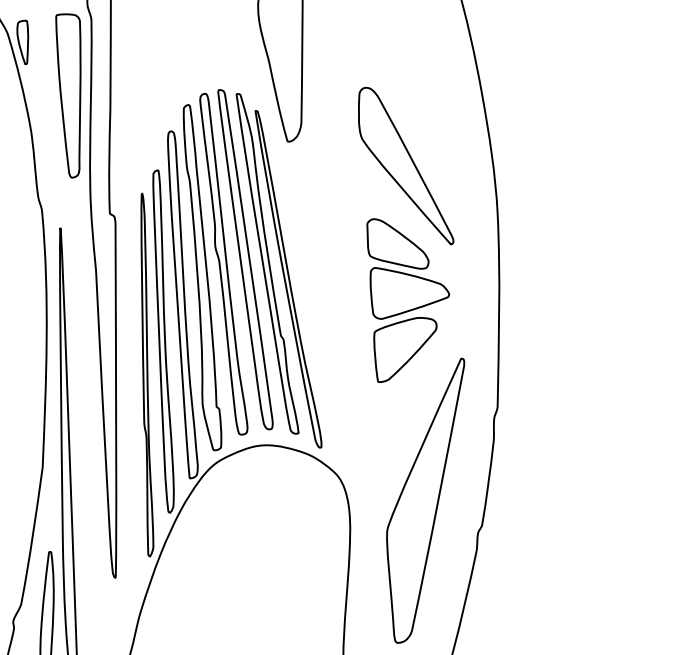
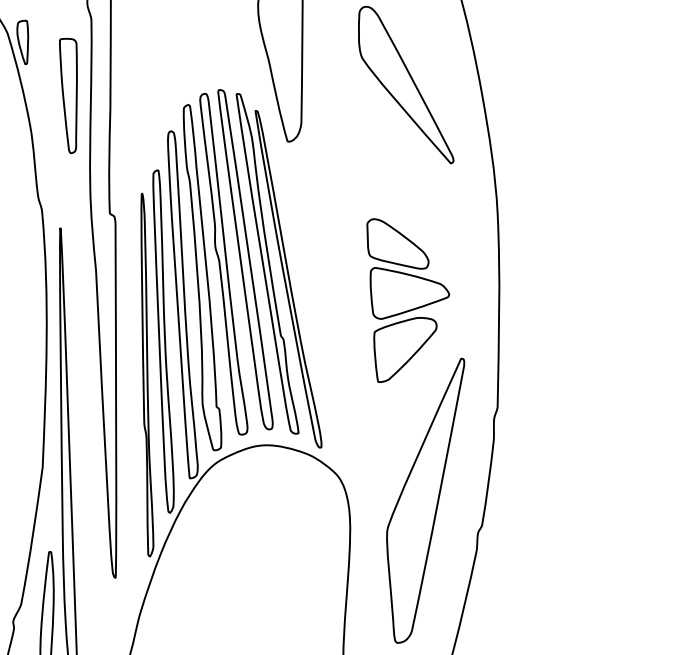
part at (68, 95) size: 27x166 px -> 19x117 px
part at (406, 165) position: (406, 165) -> (406, 84)
